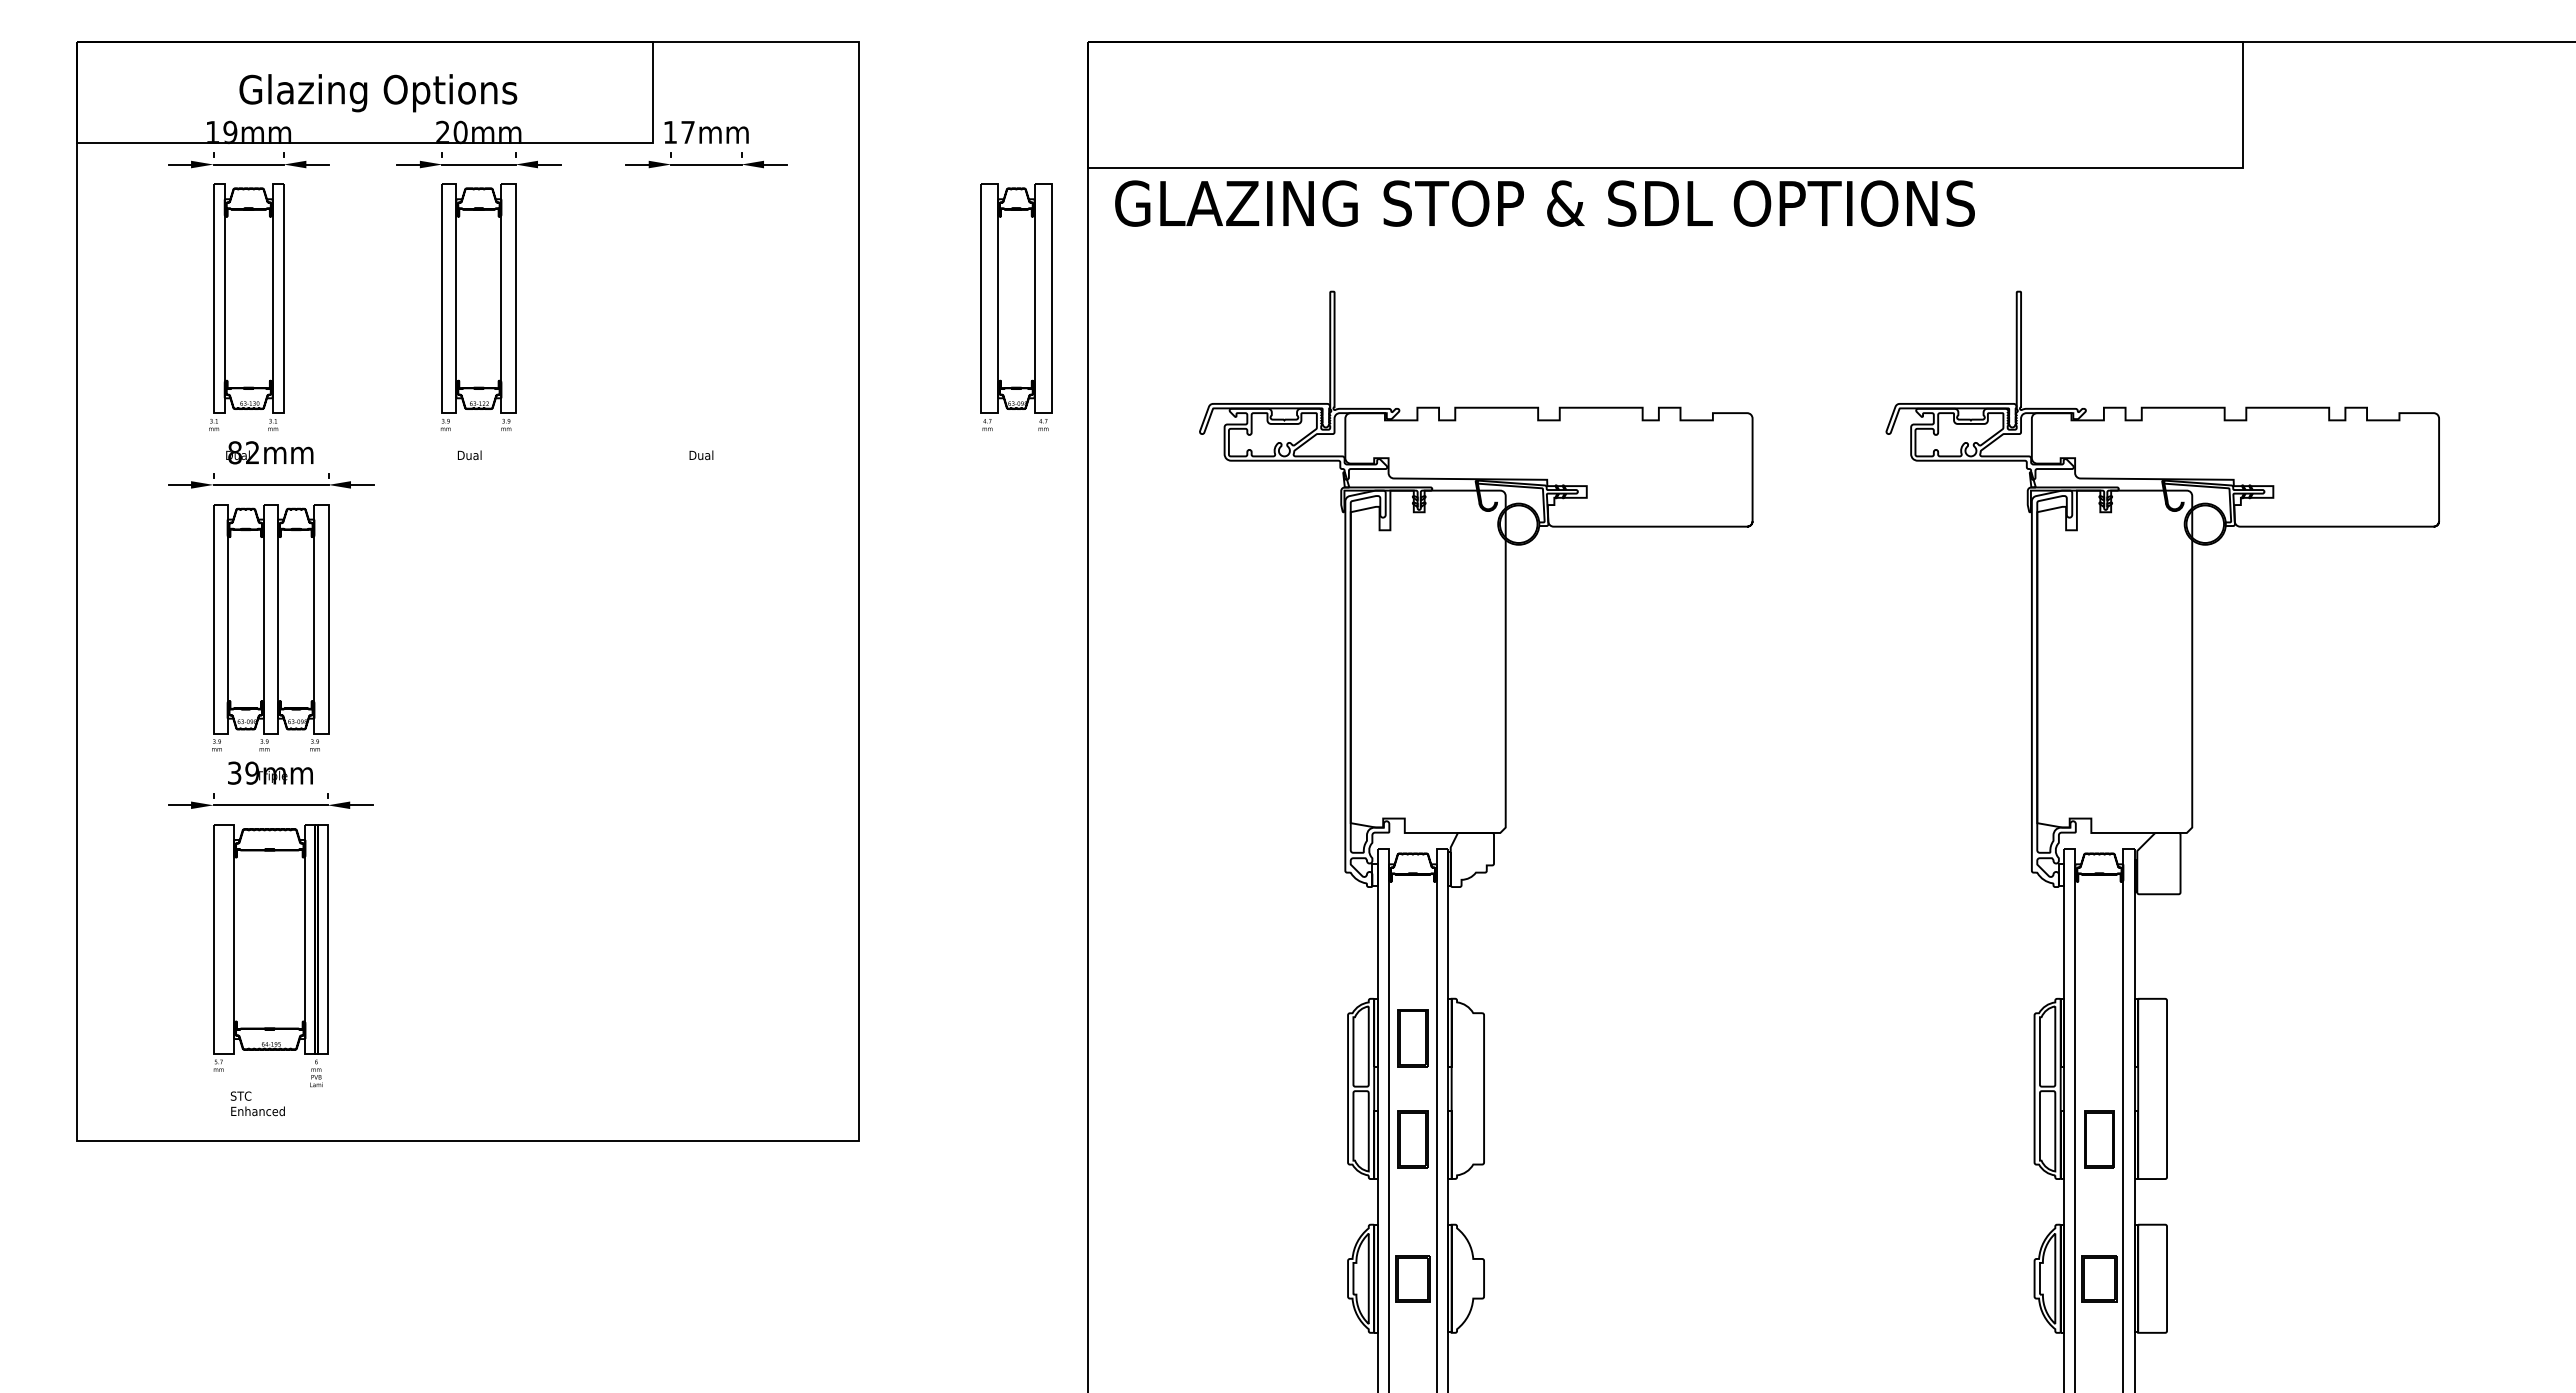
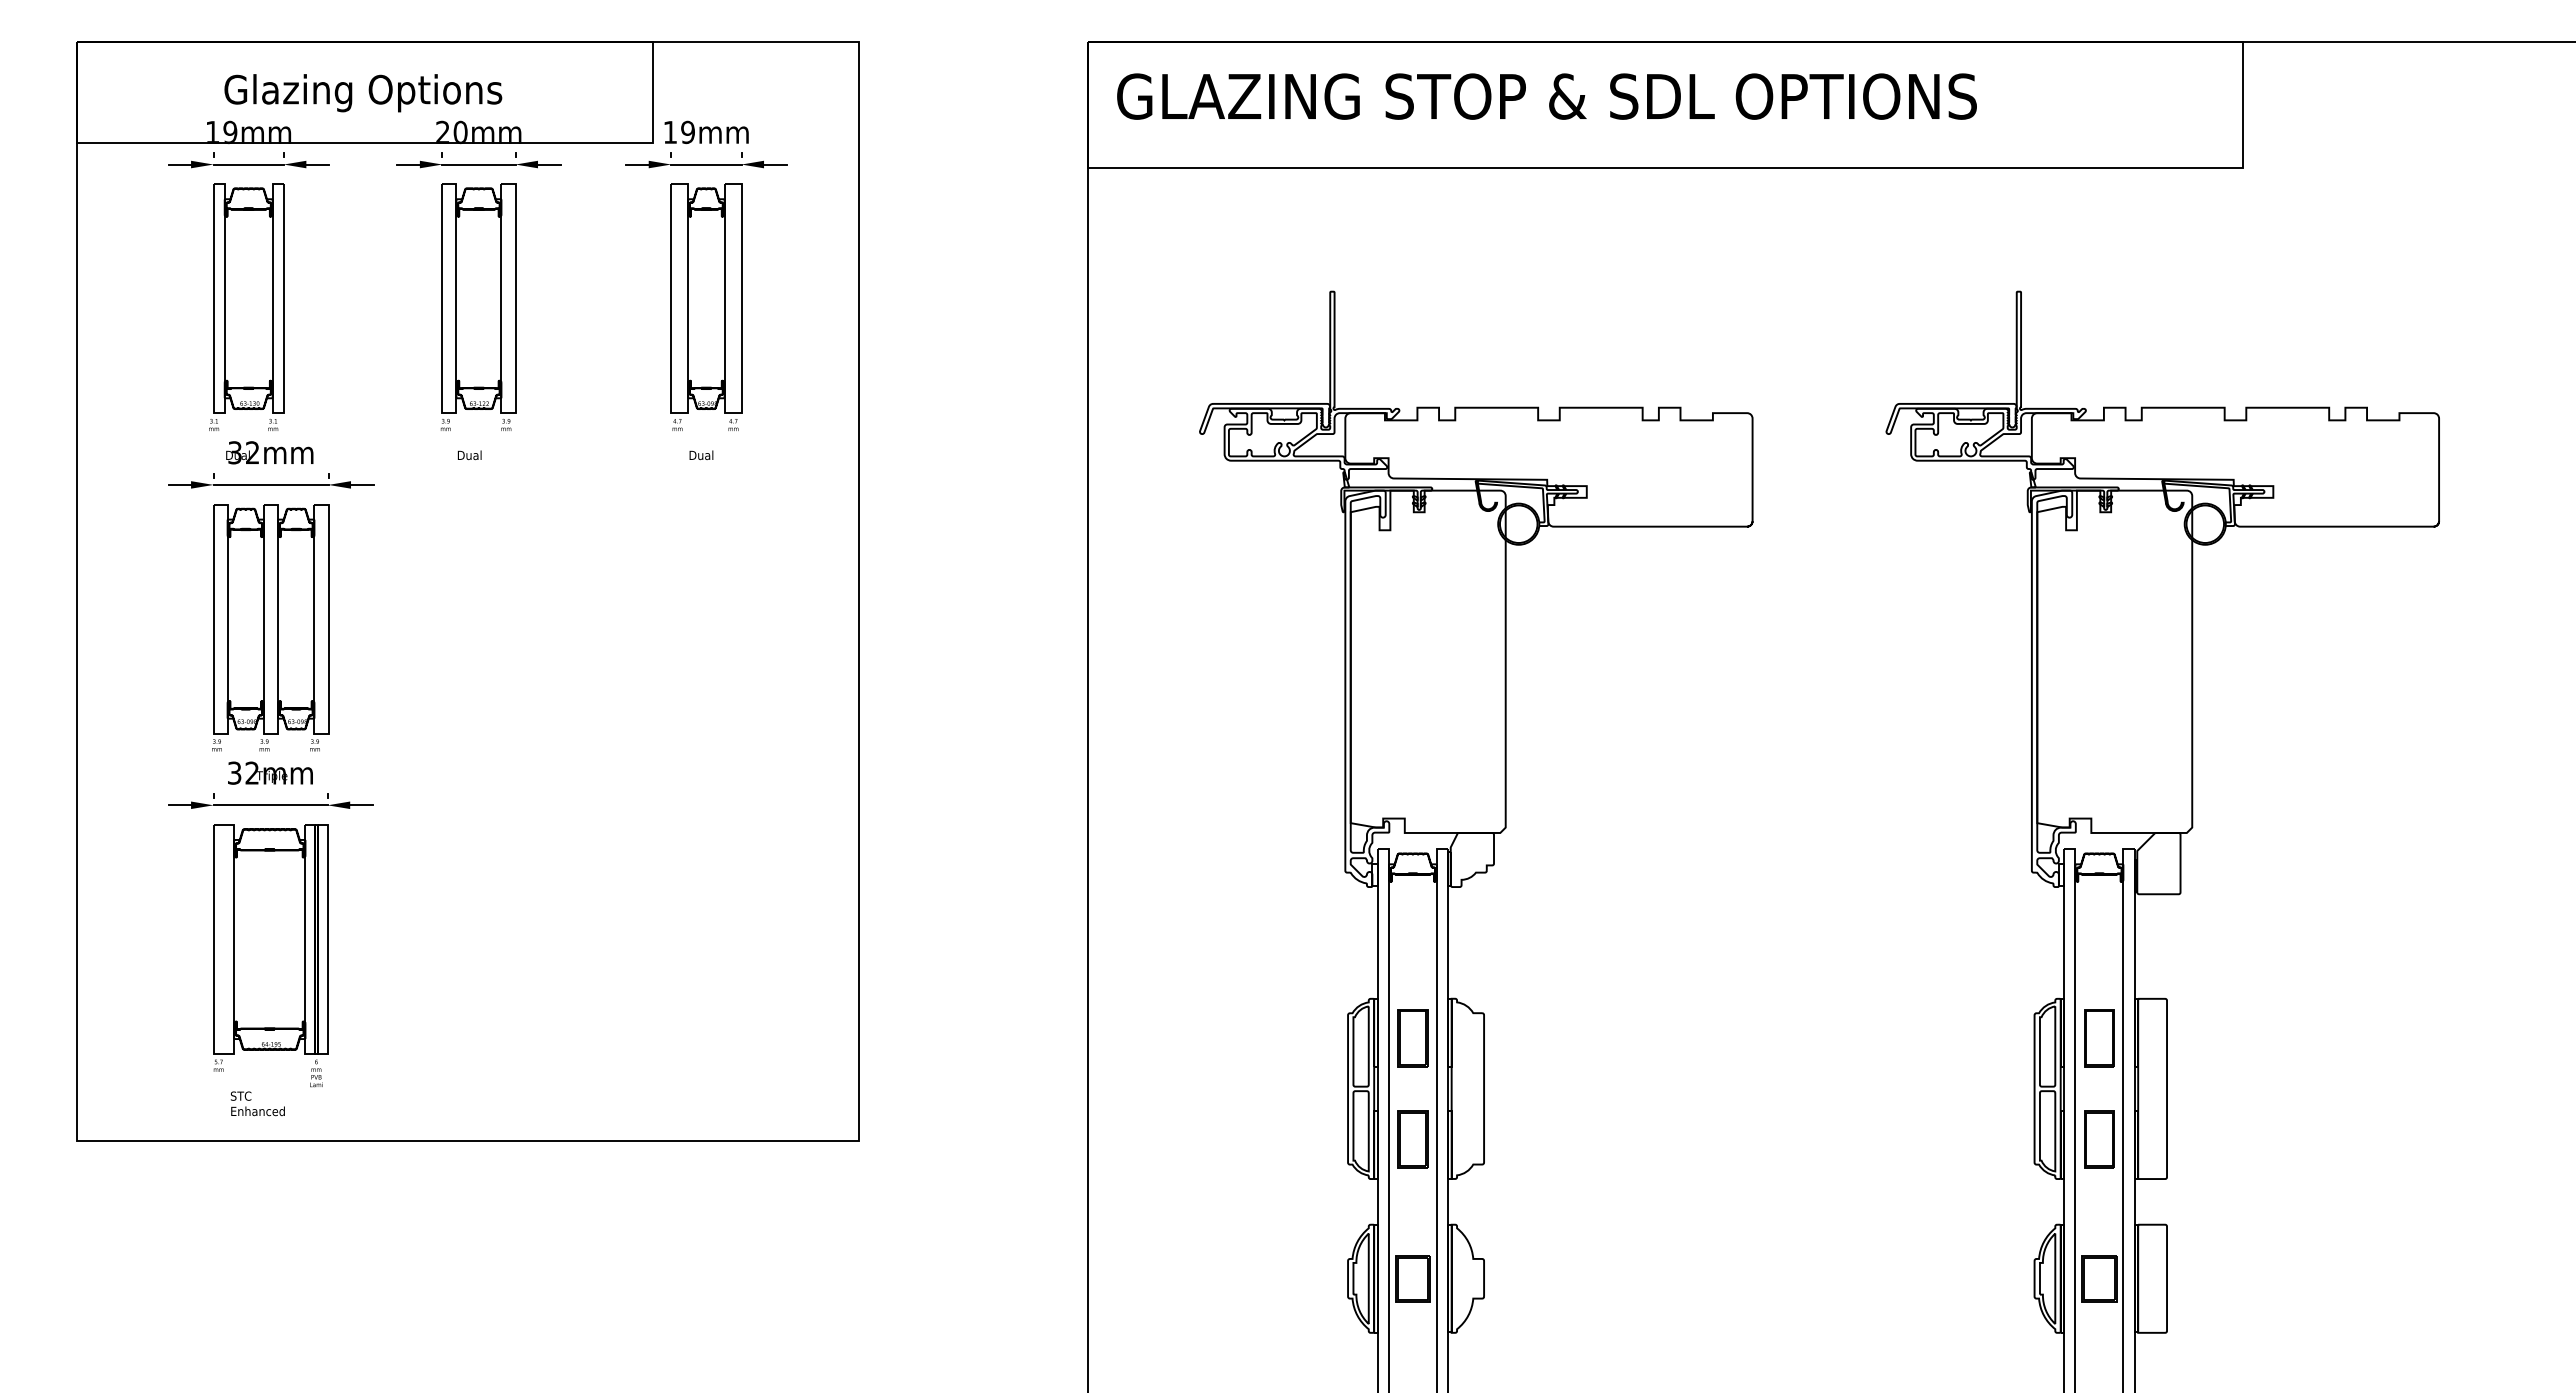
text at (378, 93) position: (378, 93) -> (363, 93)
text at (687, 132): 17mm -> 19mm
text at (1544, 203) position: (1544, 203) -> (1546, 96)
part at (1016, 306) position: (1016, 306) -> (706, 306)
text at (234, 452): 82mm -> 32mm
text at (252, 772): 39mm -> 32mm
part at (2099, 1038): none -> present
